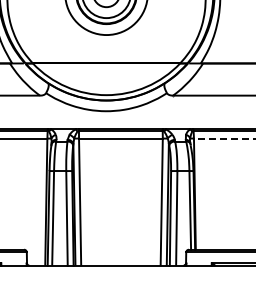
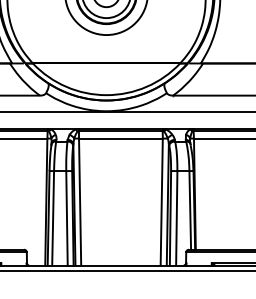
line at (127, 111): none -> present
line at (224, 138): dashed -> solid
line at (127, 271): none -> present
